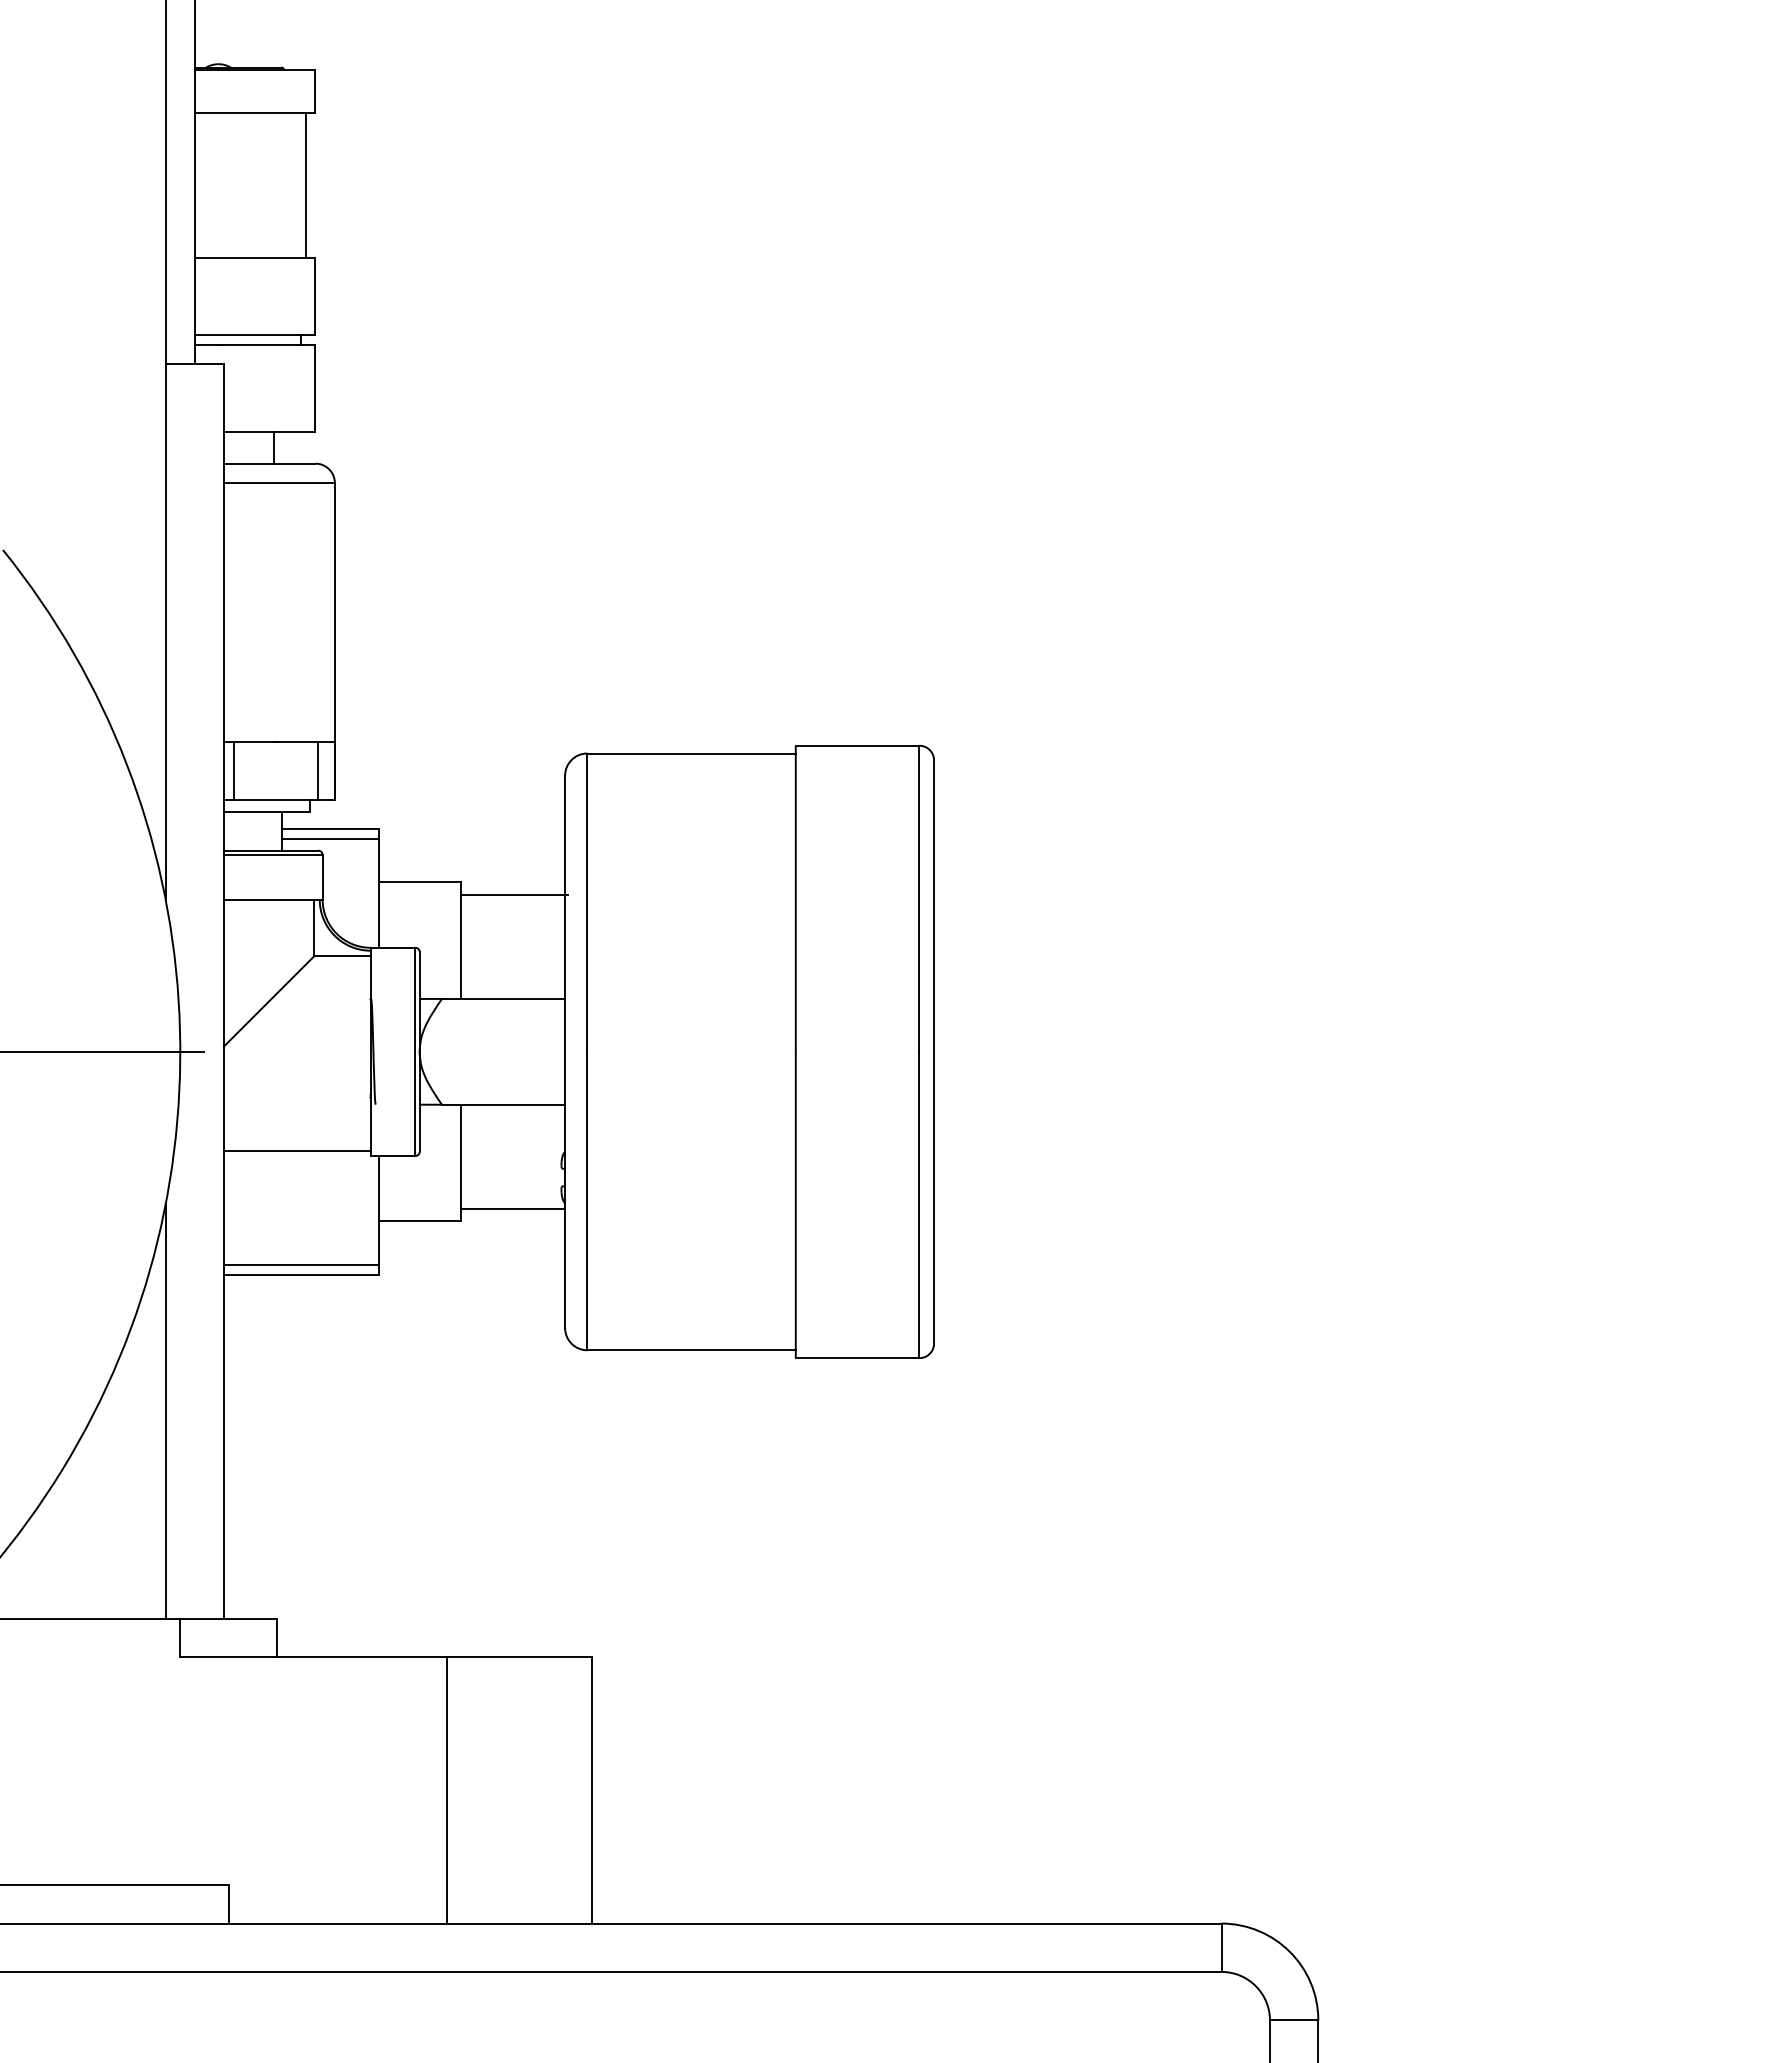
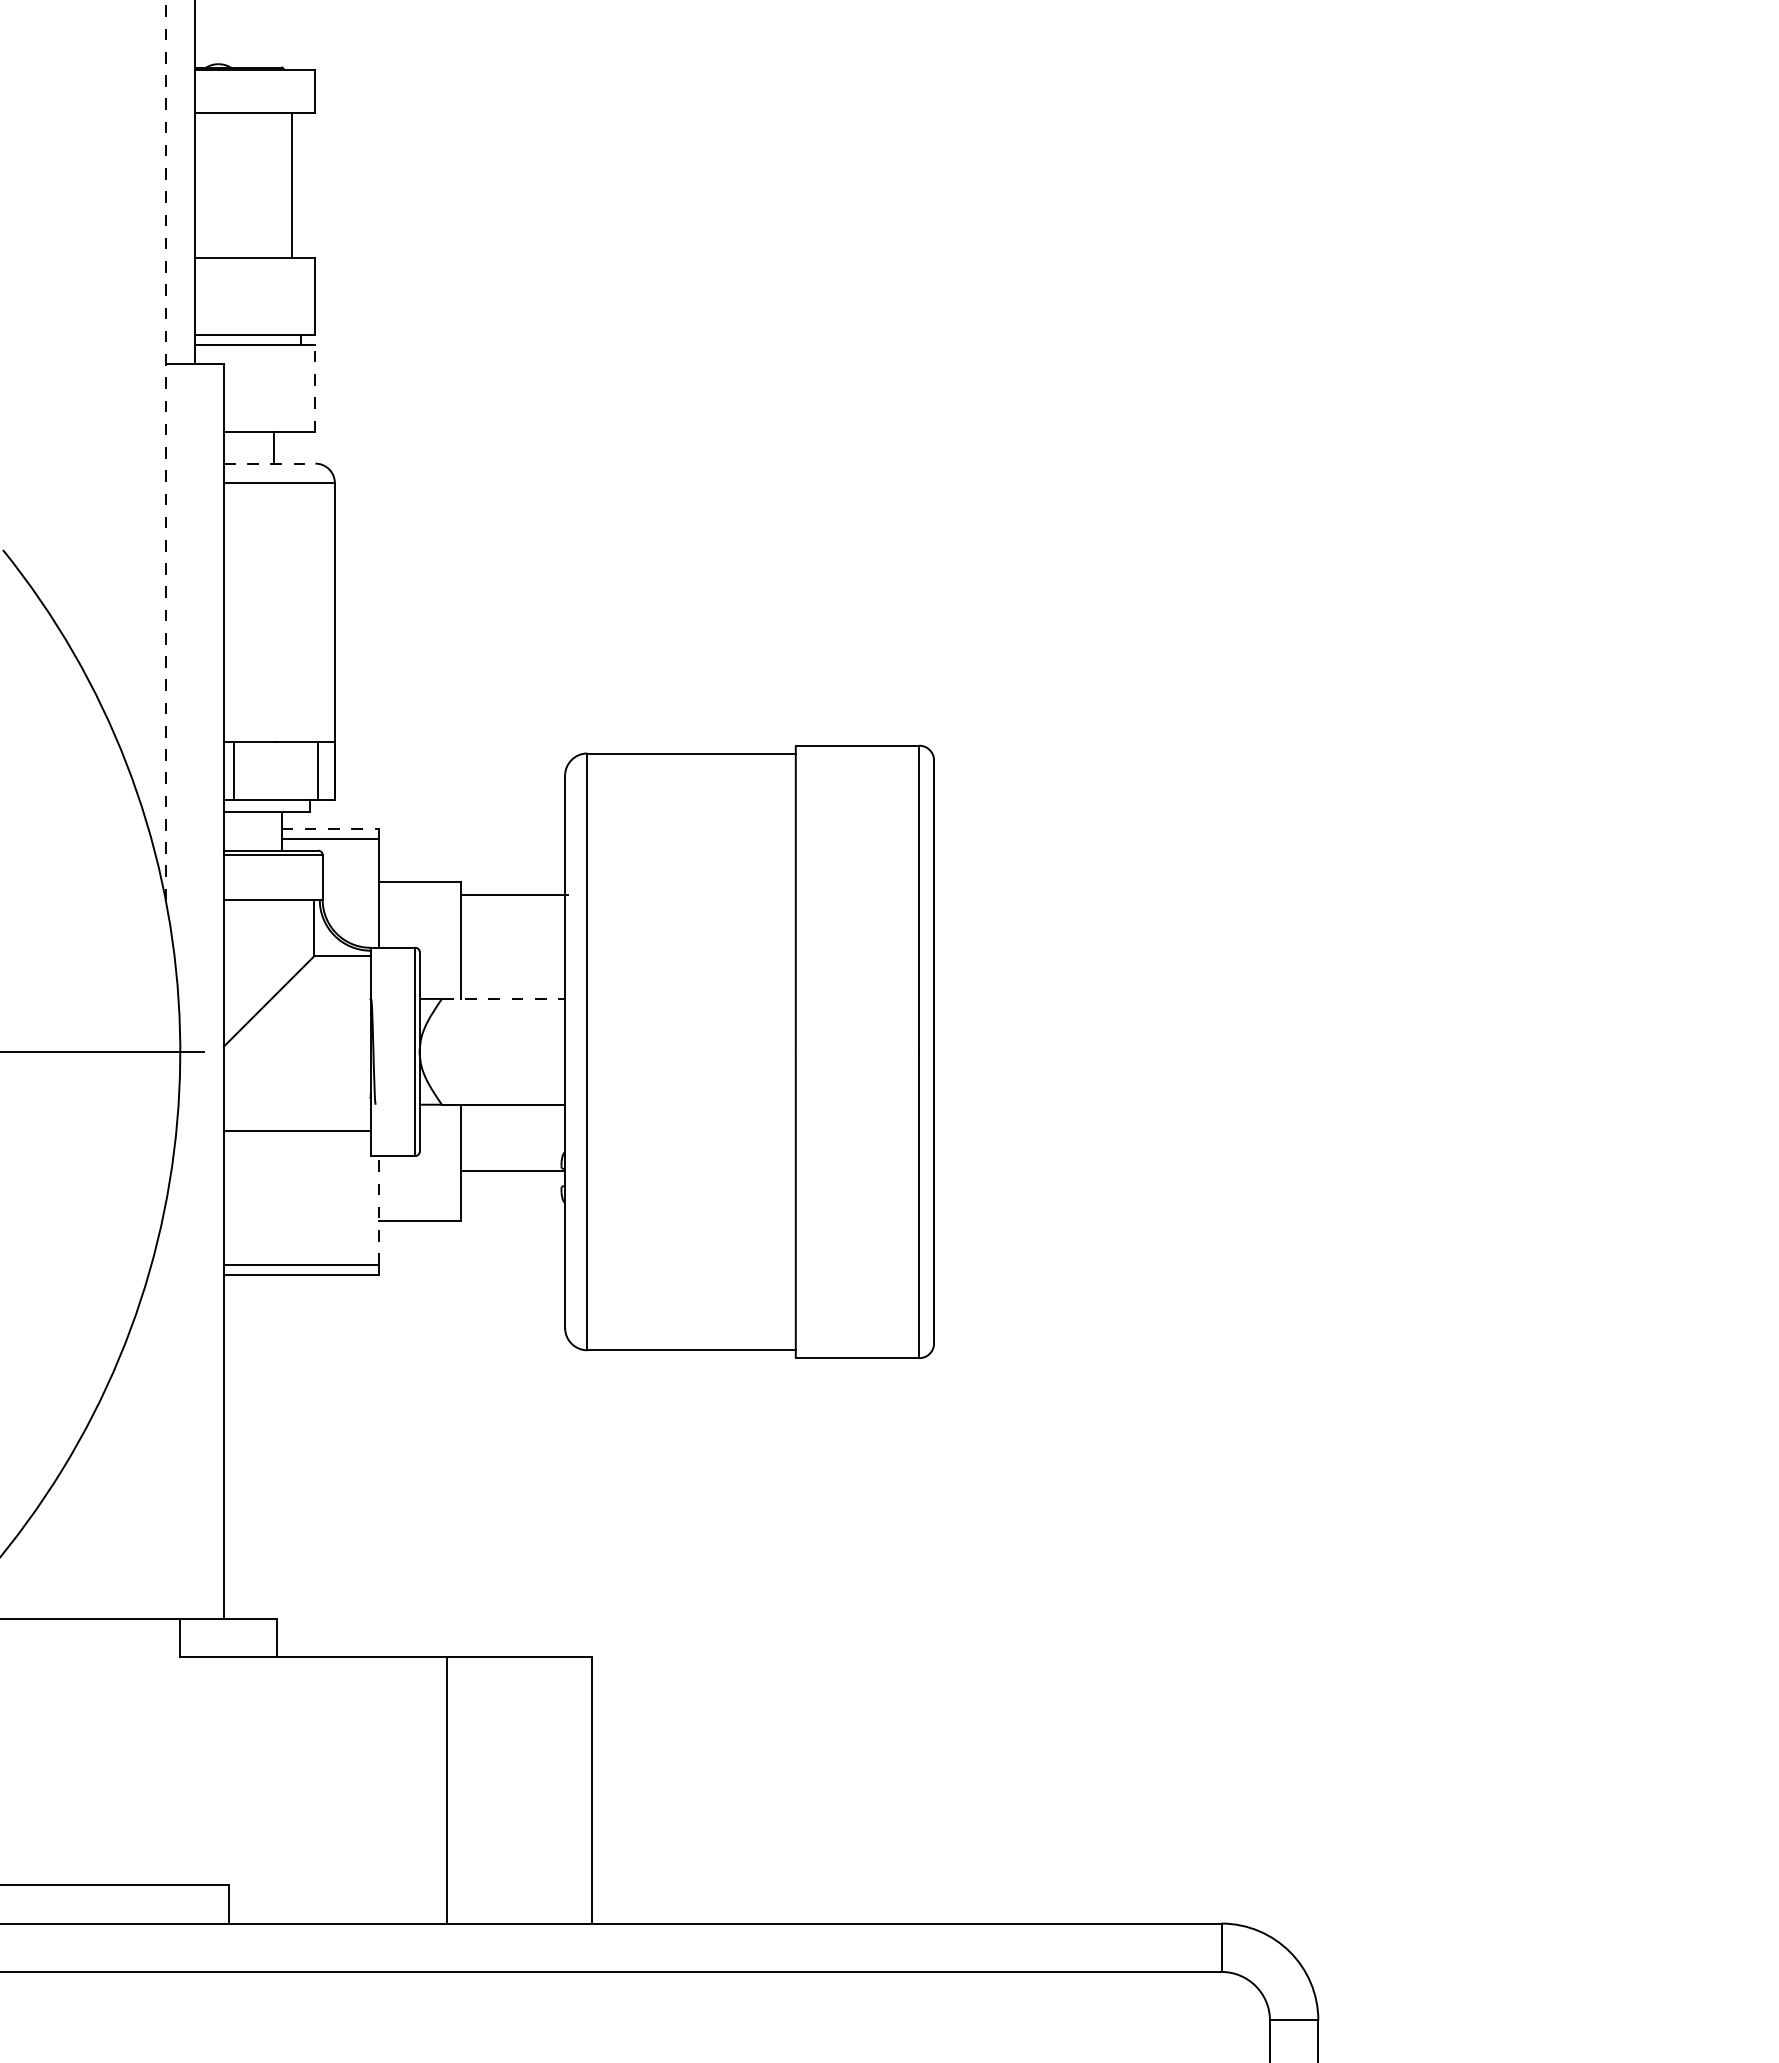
line at (305, 184) position: (305, 184) -> (291, 184)
line at (315, 388): solid -> dashed
line at (165, 450): solid -> dashed
line at (269, 463): solid -> dashed
line at (330, 829): solid -> dashed
line at (503, 998): solid -> dashed
line at (296, 1150) position: (296, 1150) -> (296, 1130)
line at (513, 1209) position: (513, 1209) -> (513, 1171)
line at (378, 1210): solid -> dashed
line at (165, 1410): present -> none
